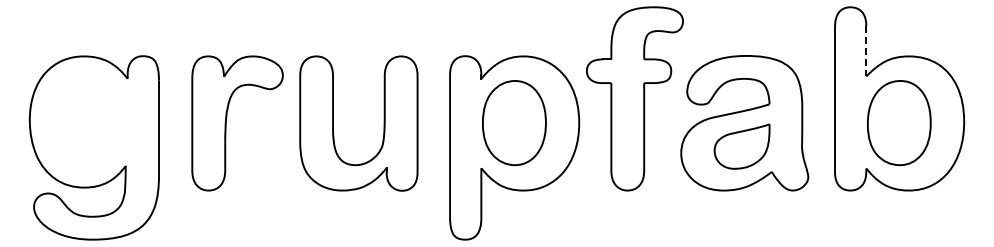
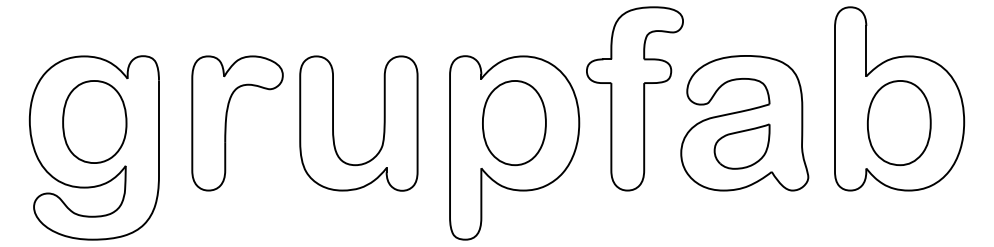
line at (866, 51): dashed -> solid
part at (94, 121): none -> present
